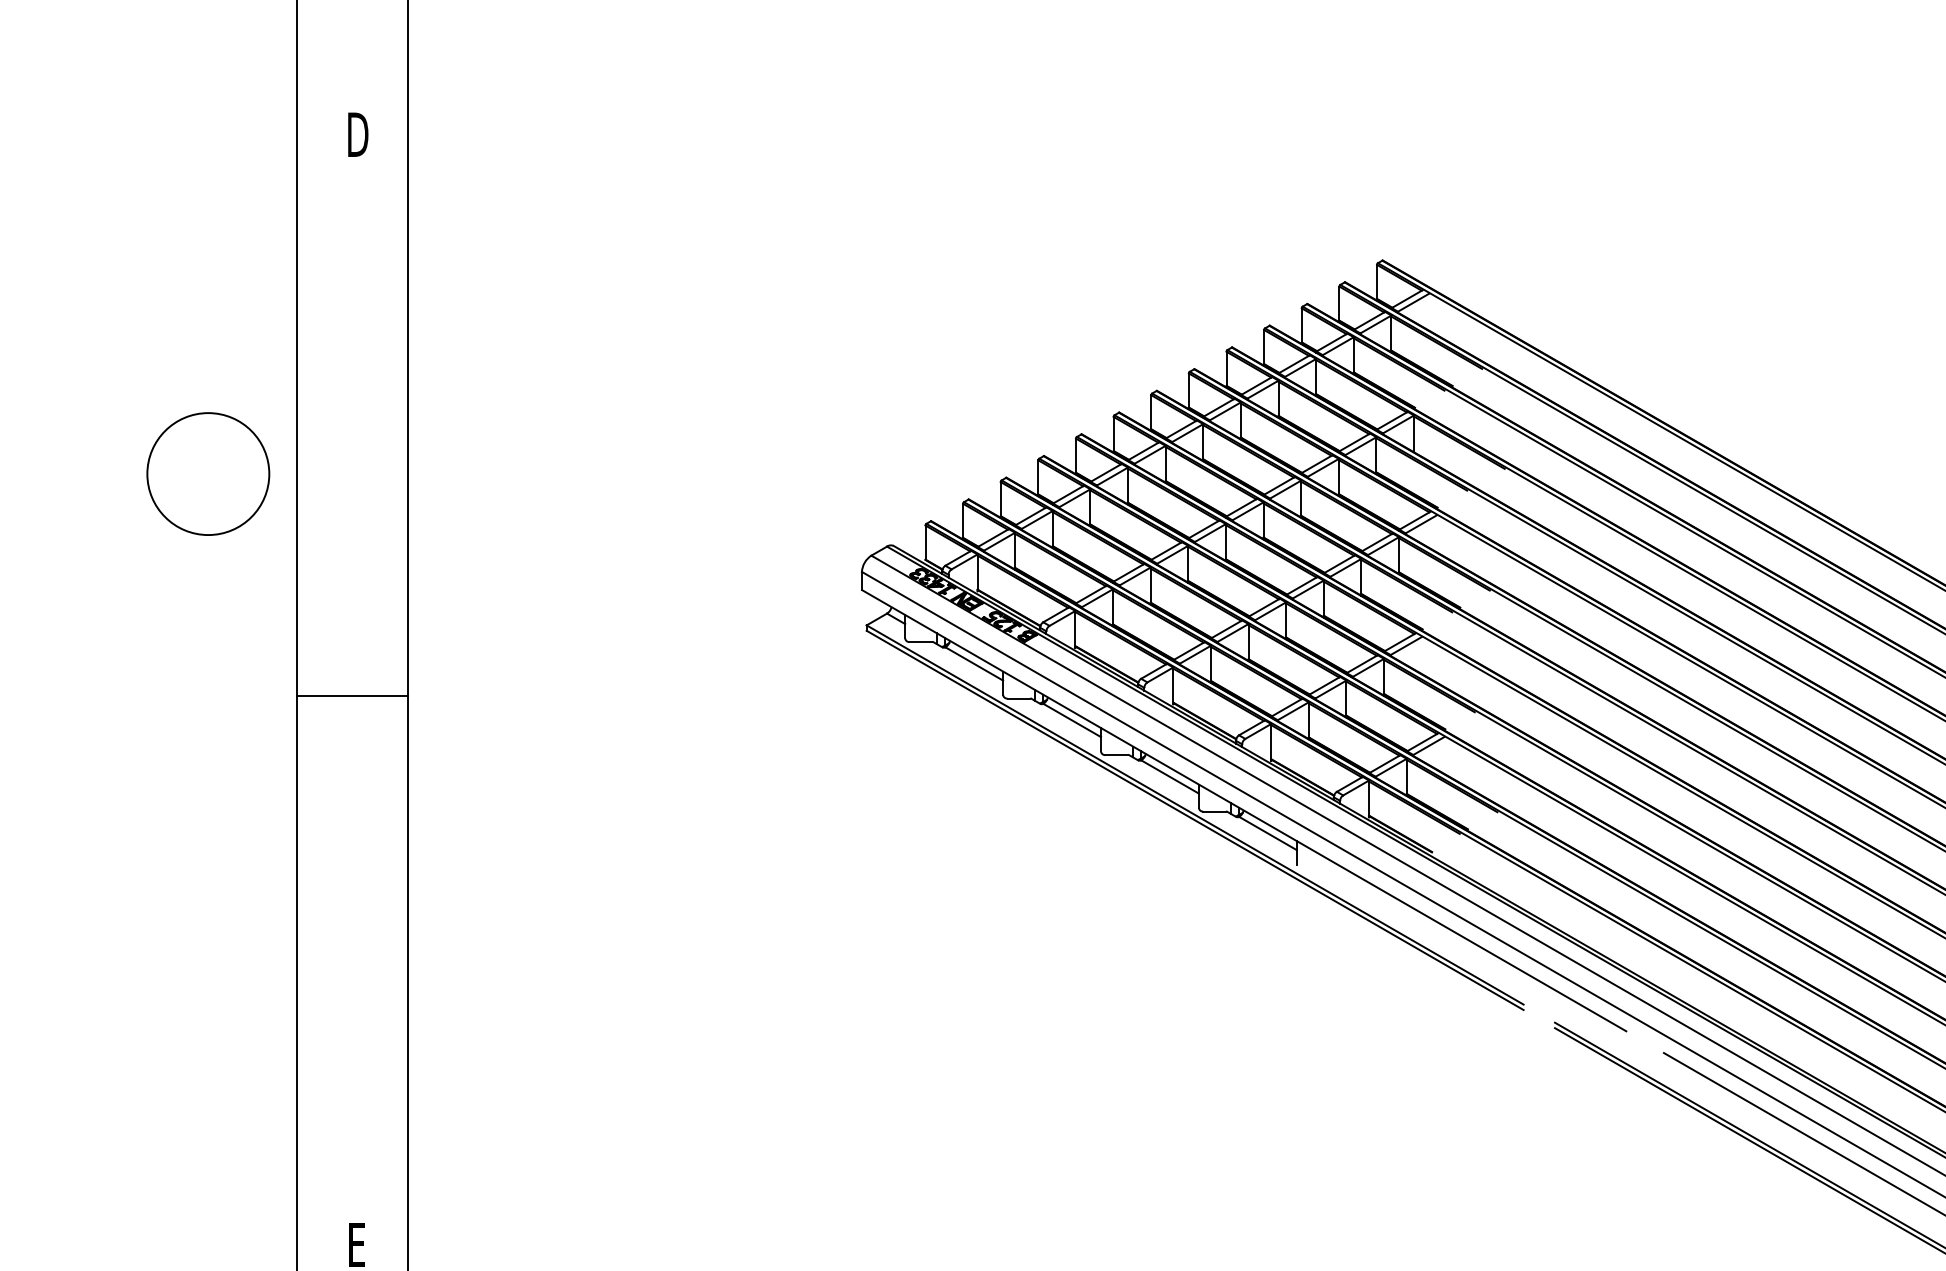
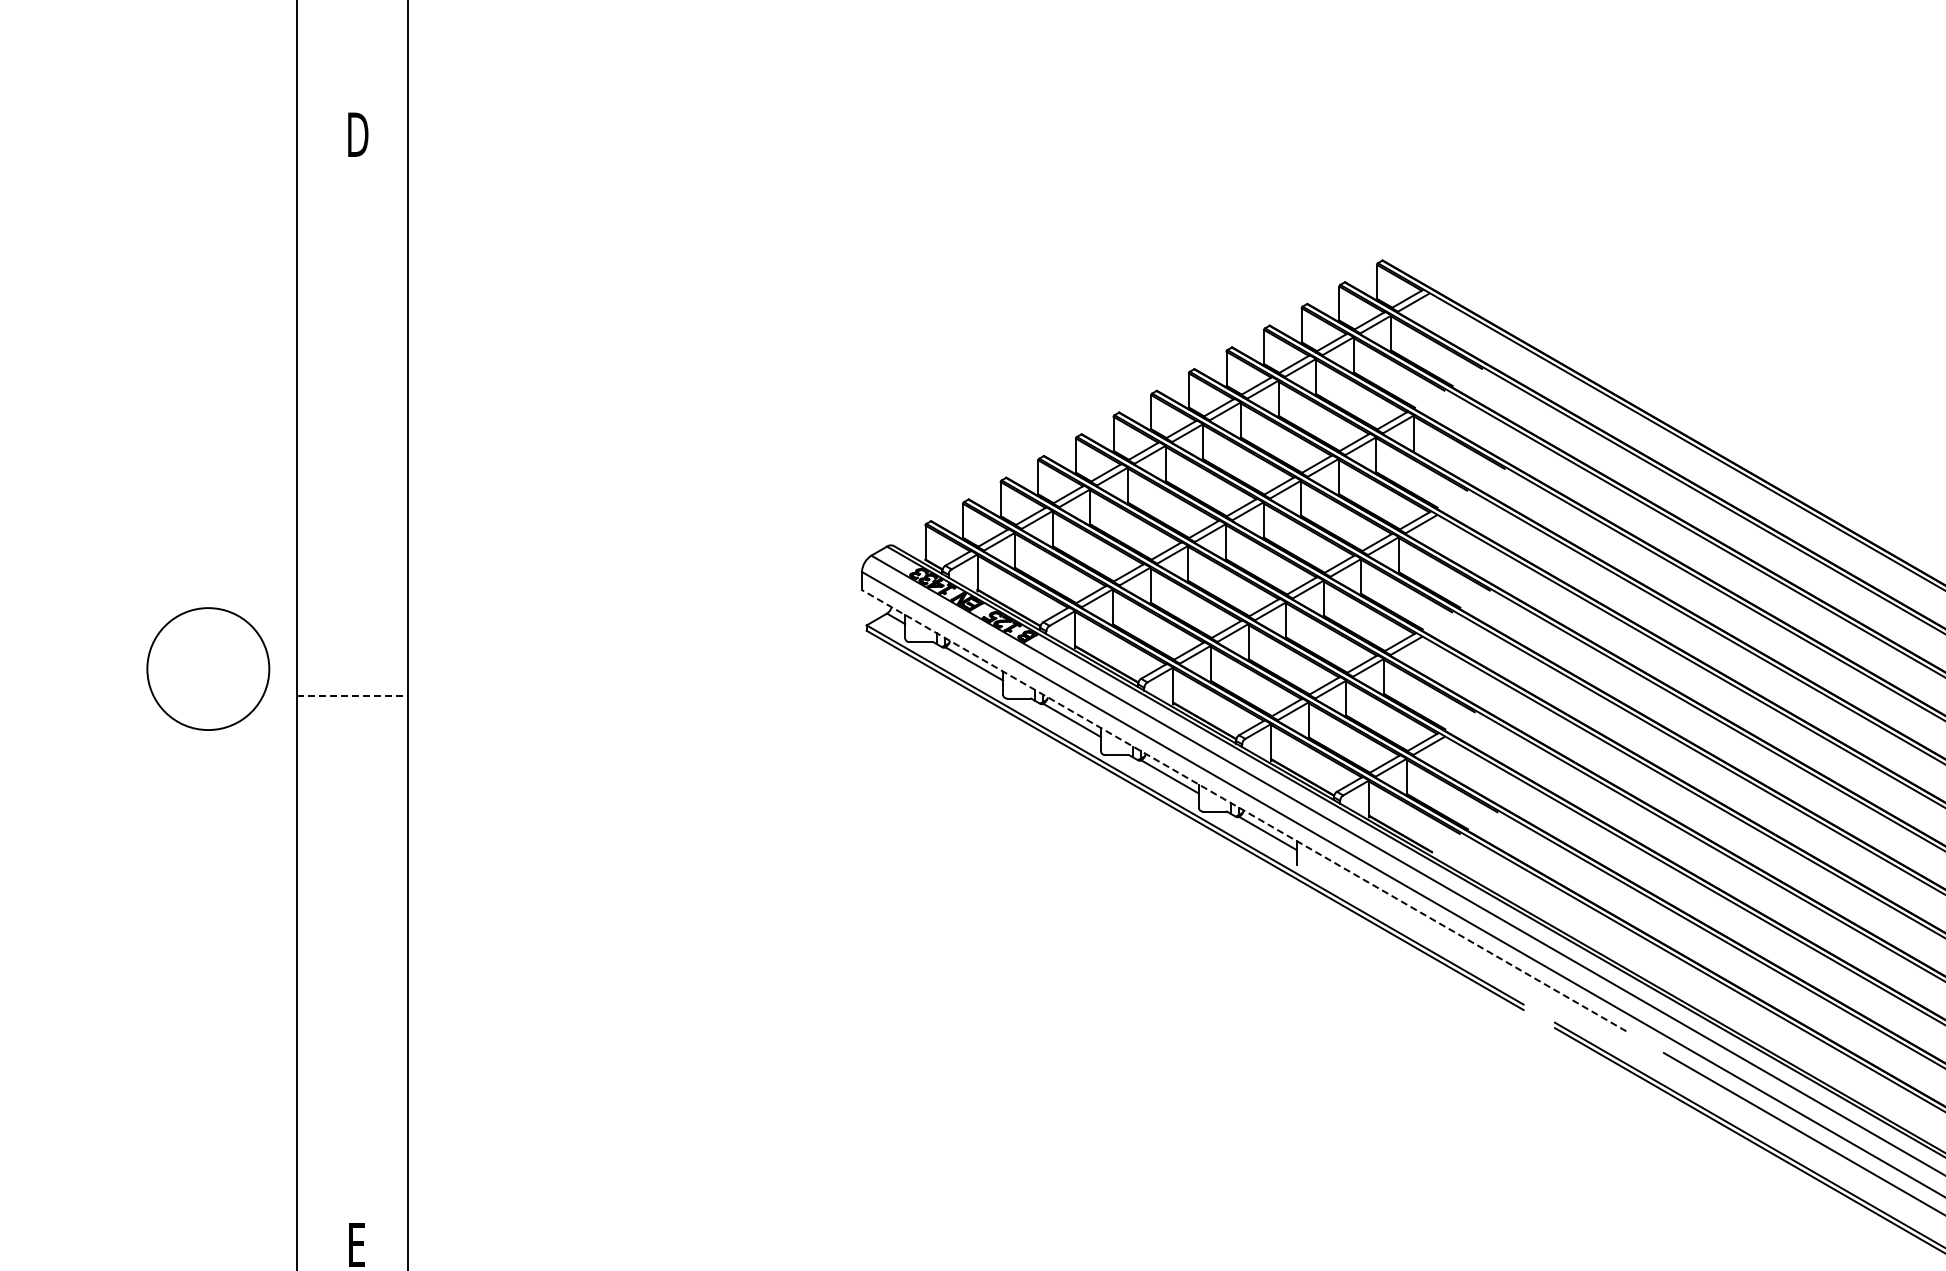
circle at (208, 473) position: (208, 473) -> (208, 668)
line at (352, 695): solid -> dashed
line at (1243, 810): solid -> dashed
